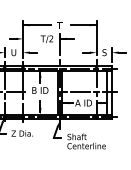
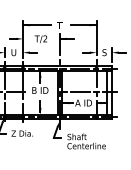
text at (46, 39) position: (46, 39) -> (40, 39)
